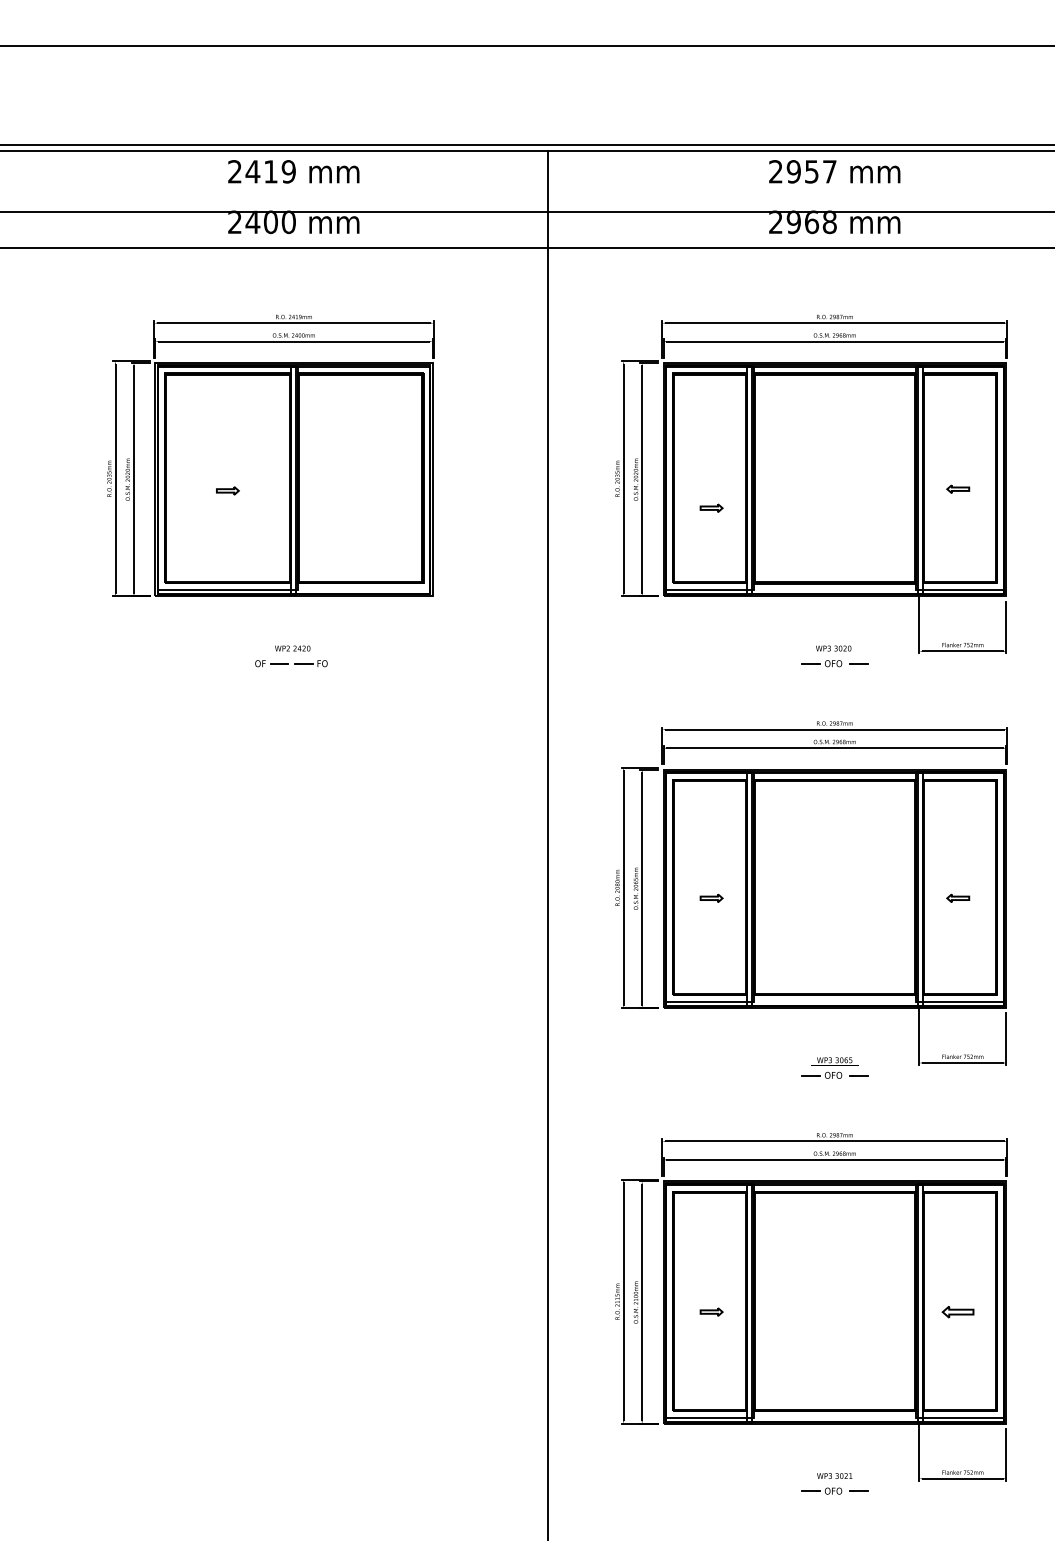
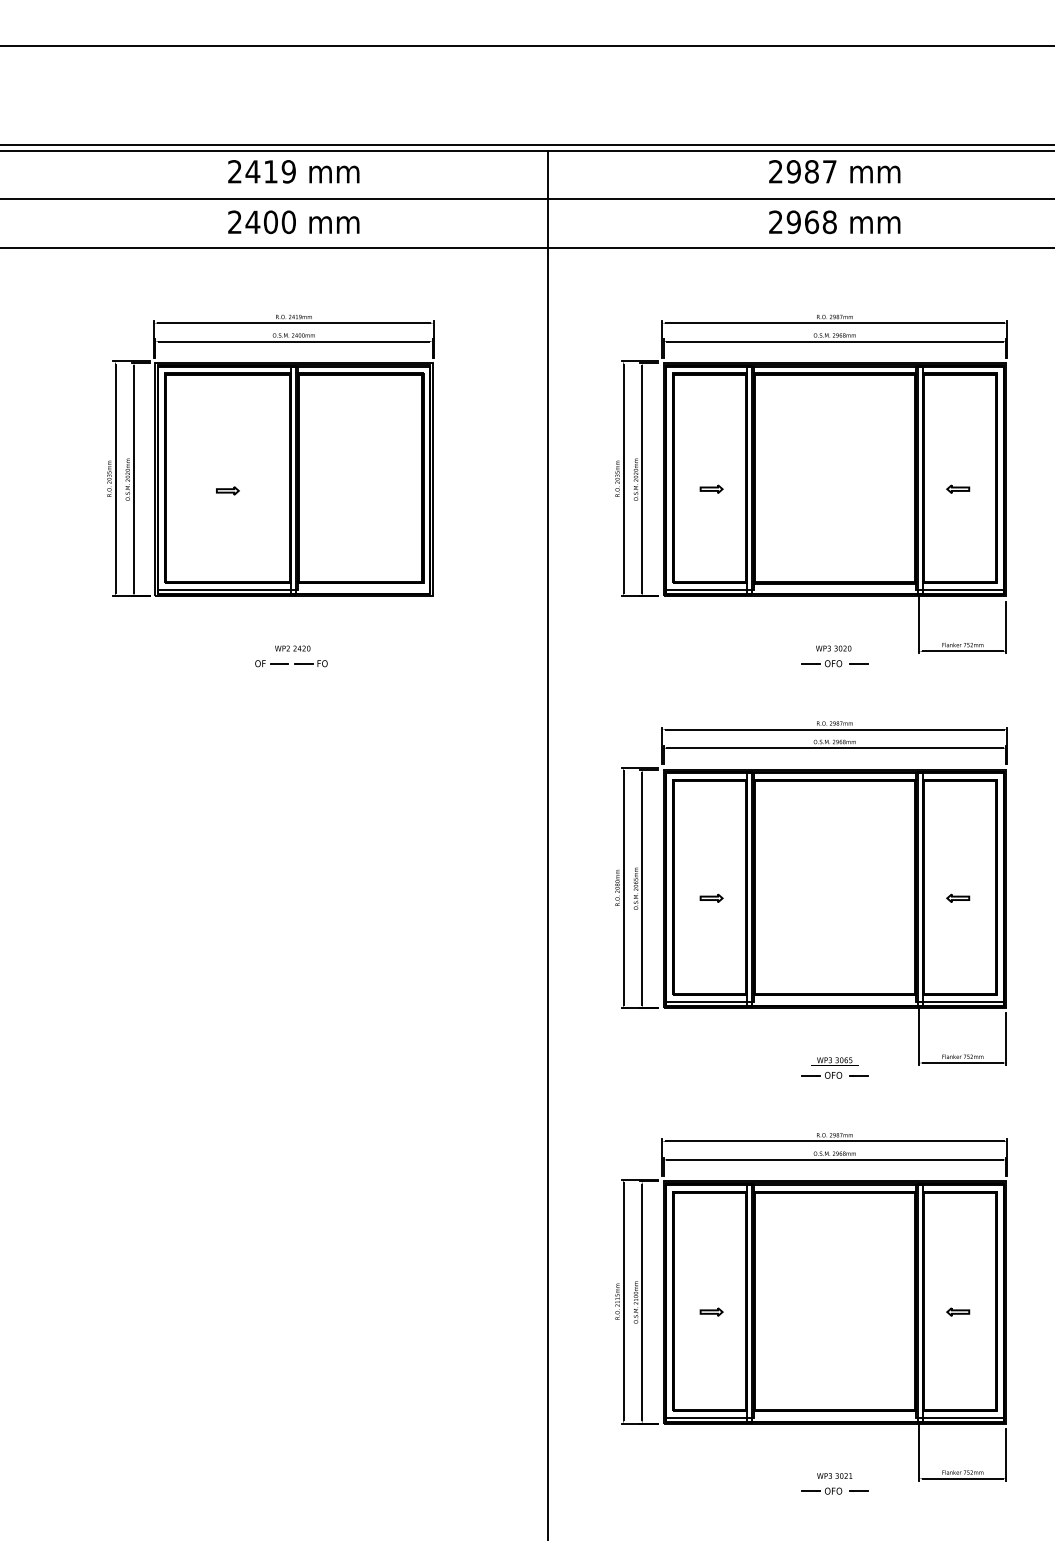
text at (811, 171): 2957 -> 2987
line at (526, 212) position: (526, 212) -> (526, 199)
part at (711, 507) position: (711, 507) -> (711, 488)
part at (957, 1312) size: 34x13 px -> 25x10 px
